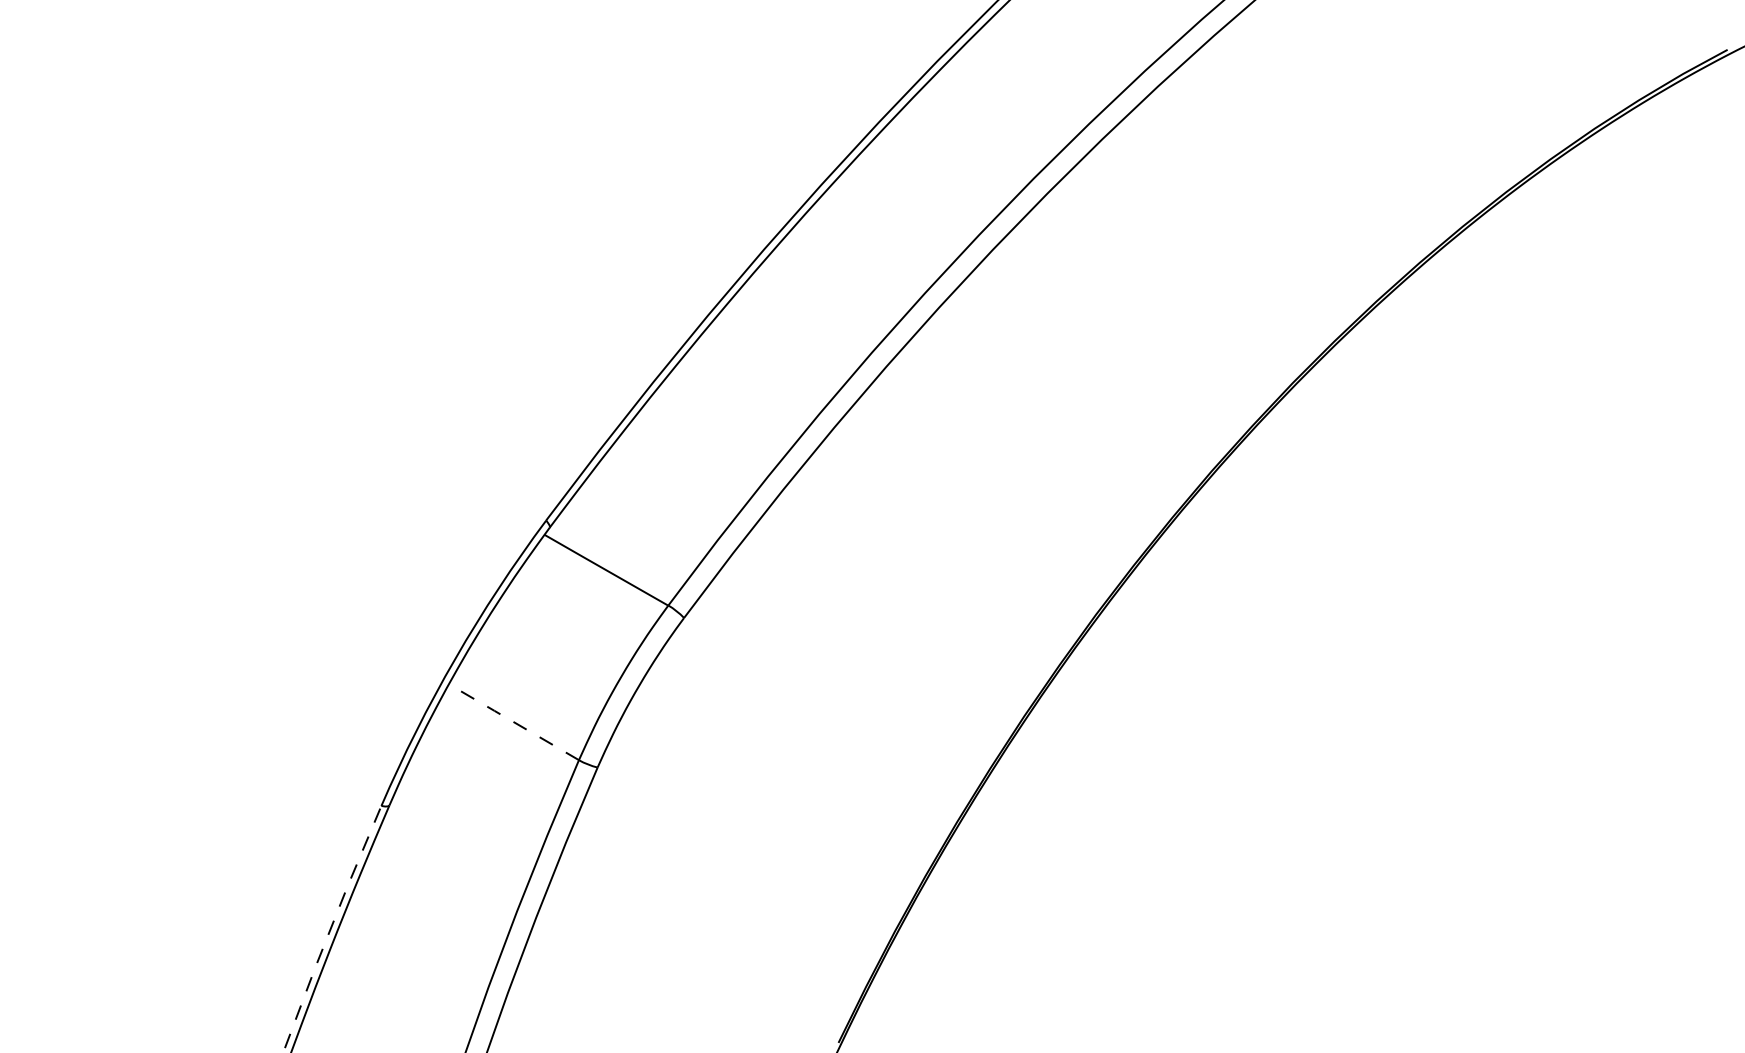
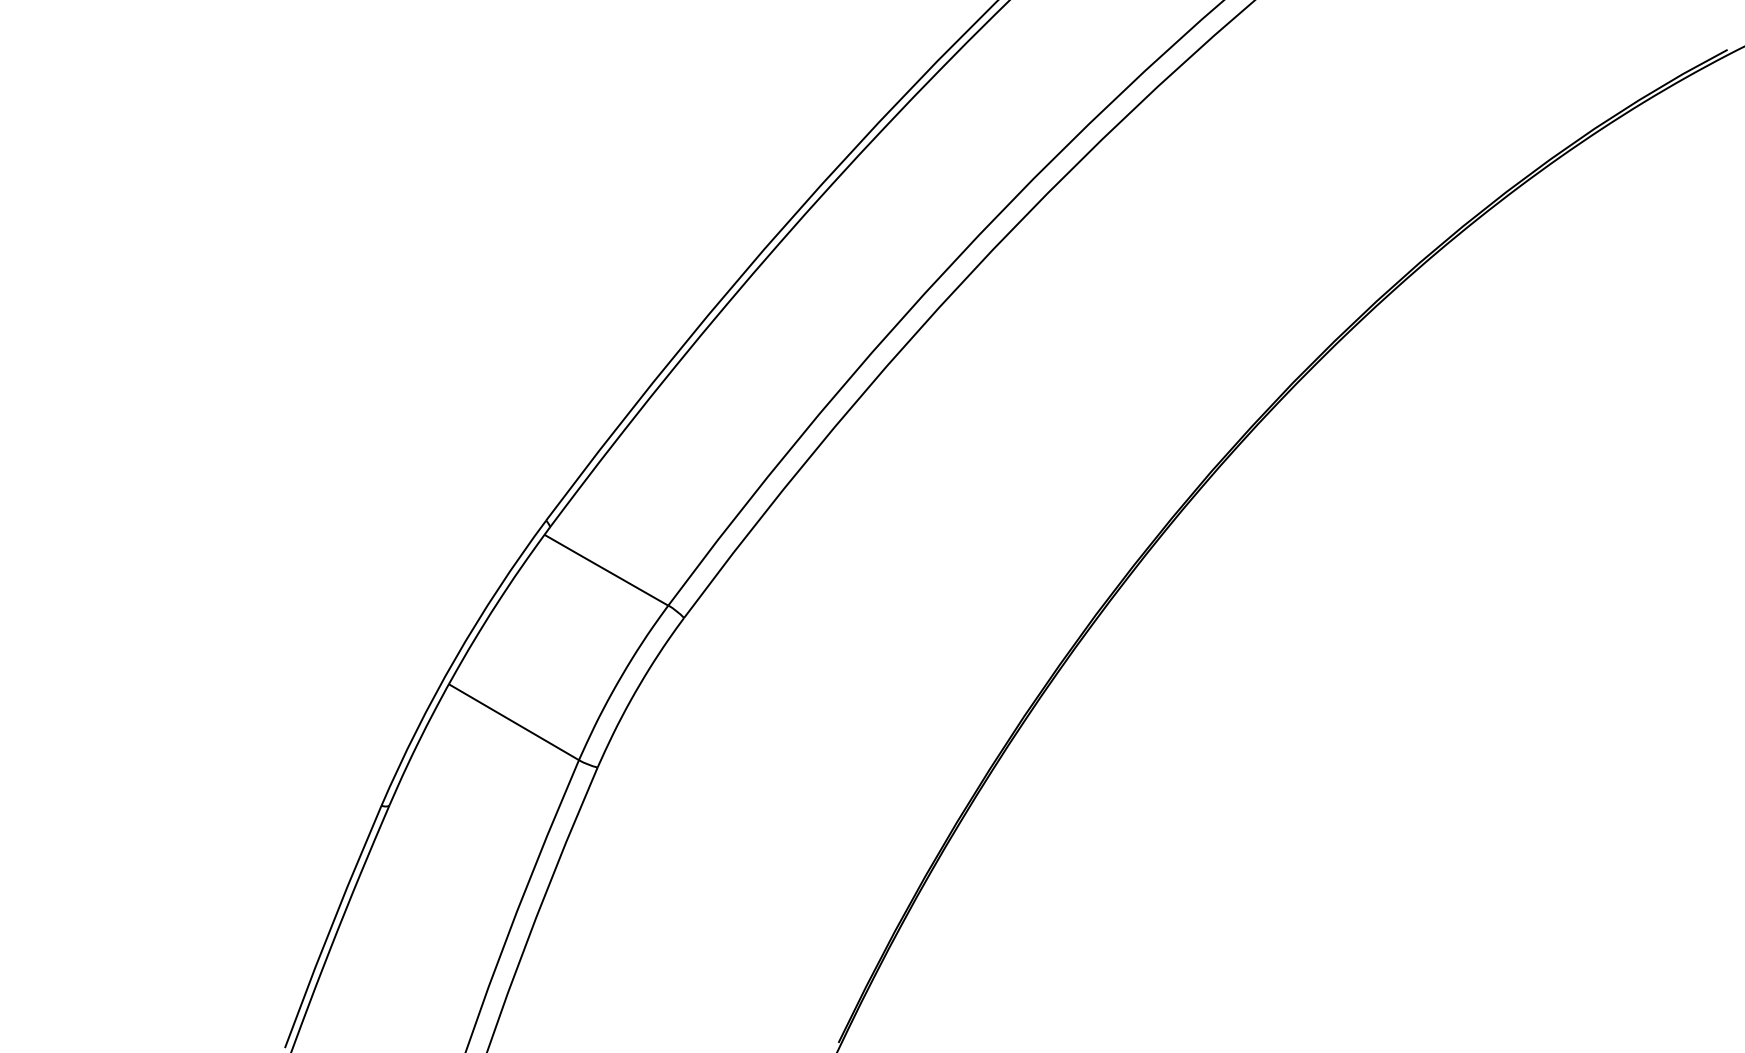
line at (513, 721): dashed -> solid
line at (331, 926): dashed -> solid
